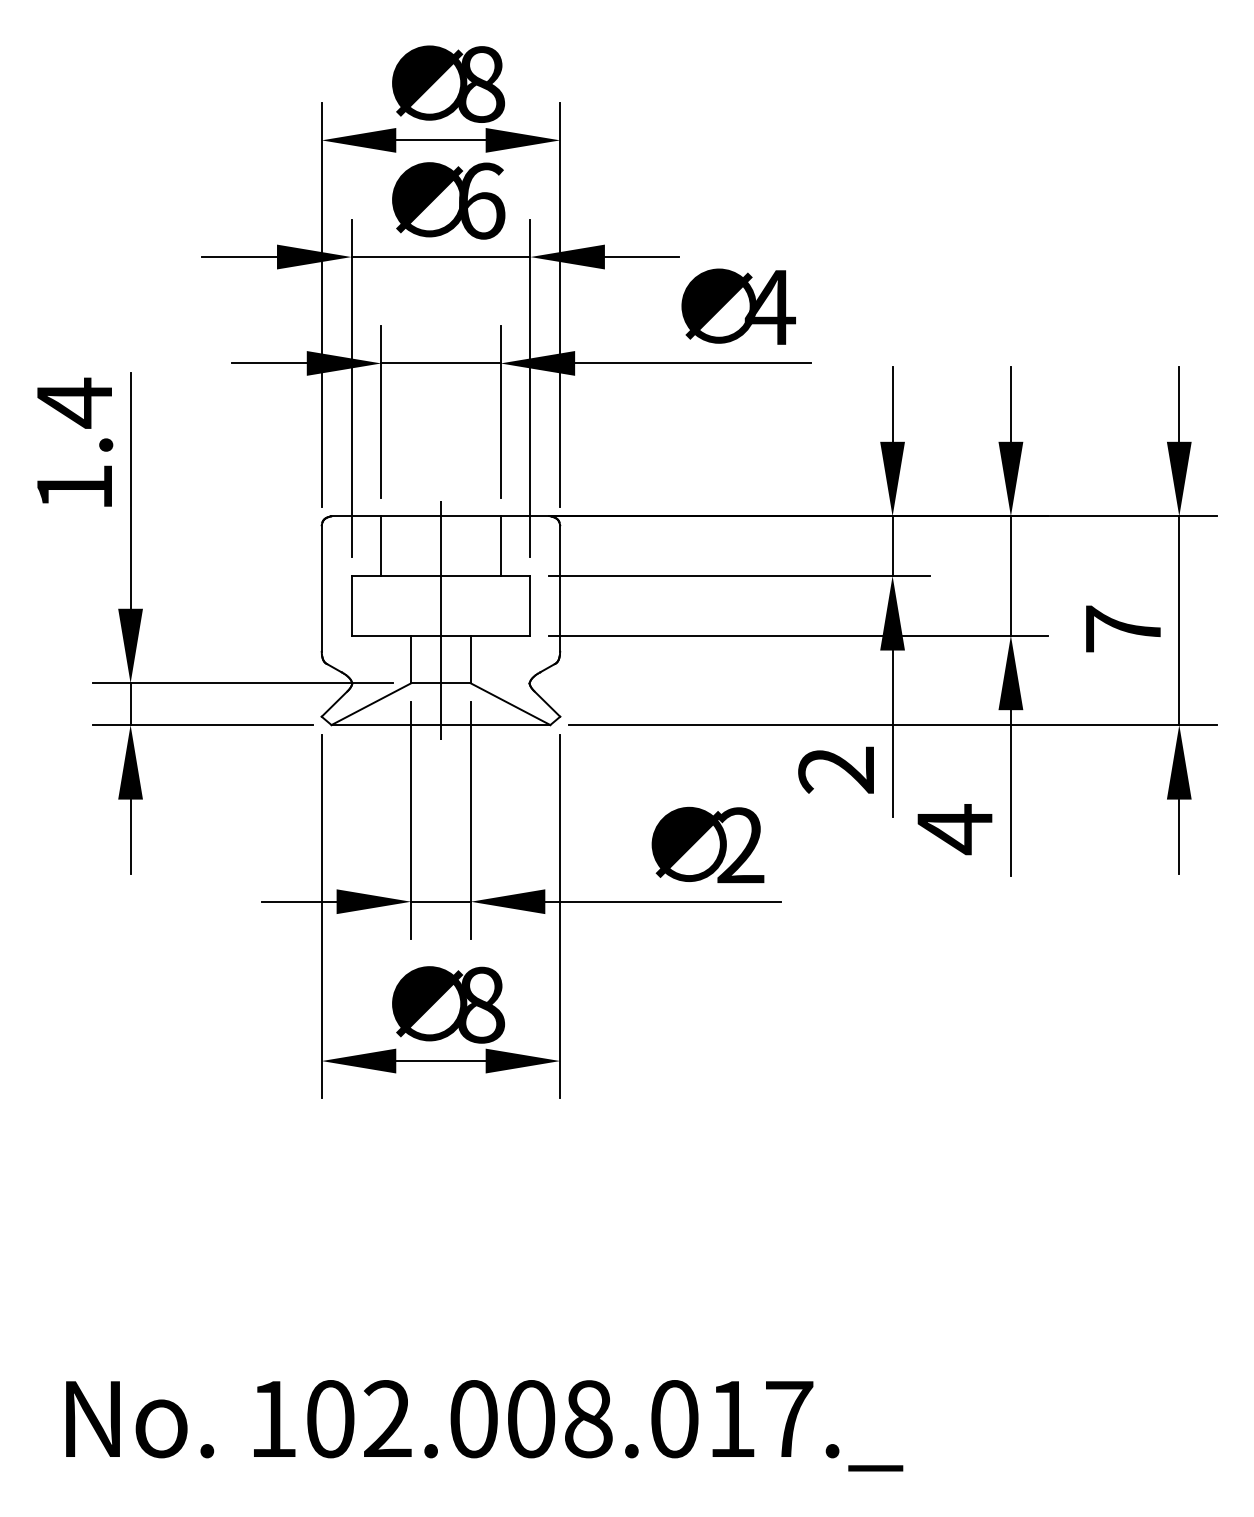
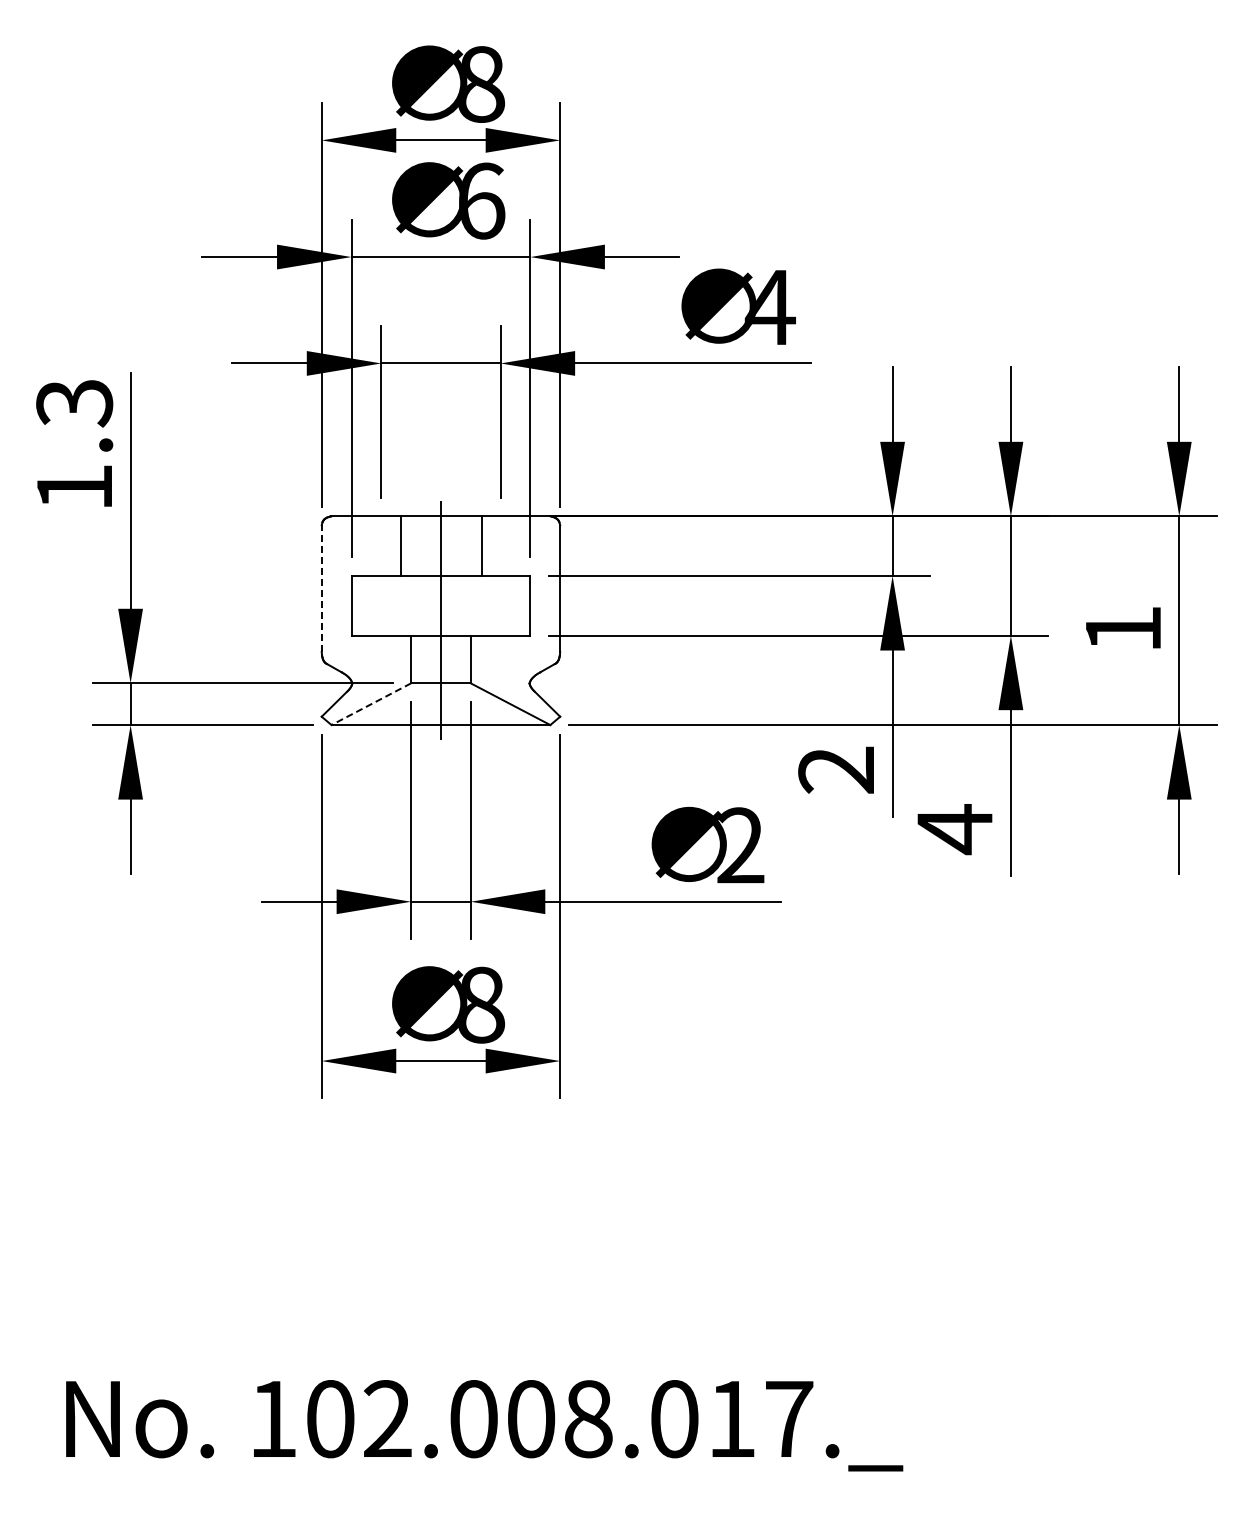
text at (74, 402): 1.4 -> 1.3
line at (381, 546) position: (381, 546) -> (401, 546)
line at (500, 546) position: (500, 546) -> (481, 546)
line at (321, 588): solid -> dashed
text at (1123, 628): 7 -> 1
line at (371, 704): solid -> dashed
